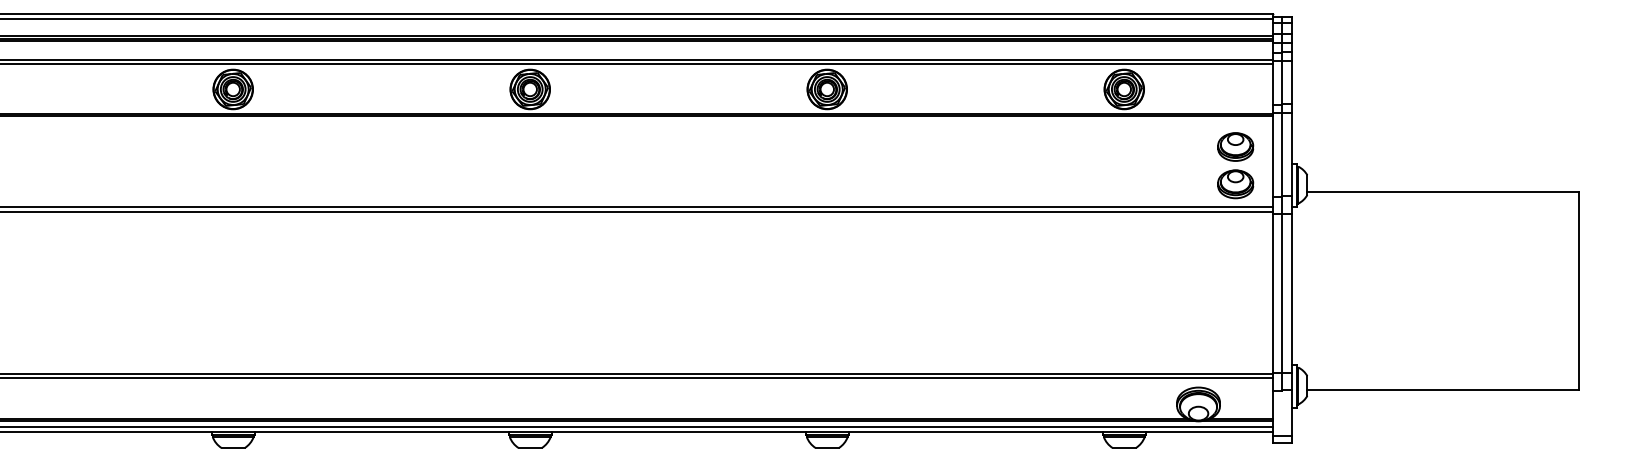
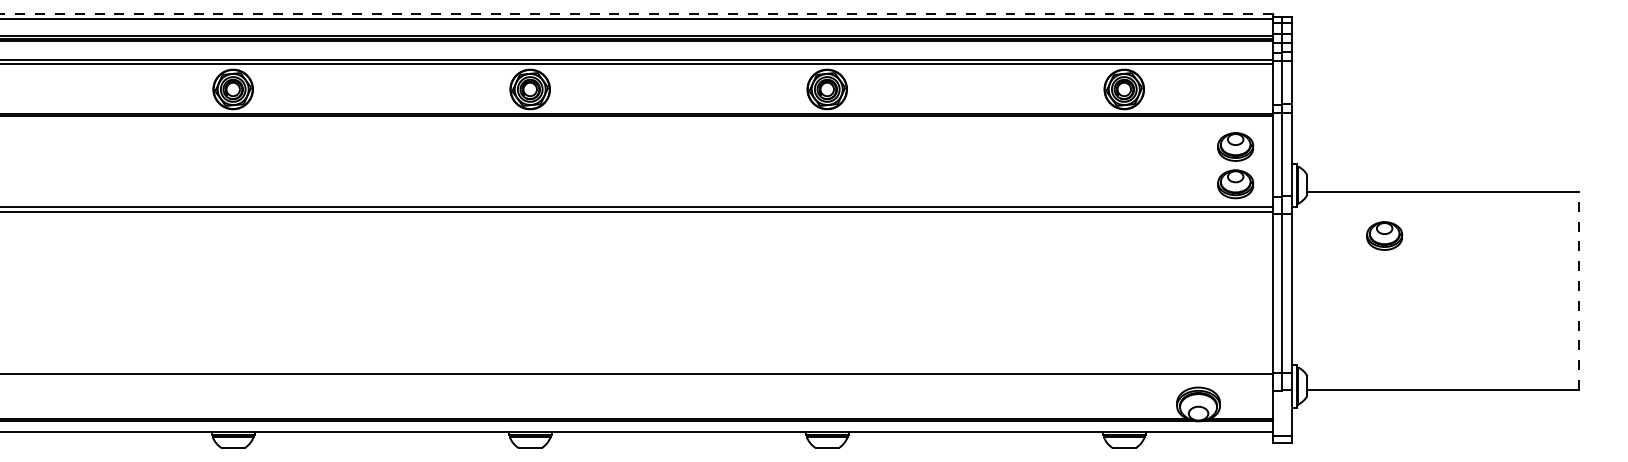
line at (635, 14): solid -> dashed
part at (1384, 235): none -> present
line at (1579, 290): solid -> dashed
line at (637, 377): present -> none
line at (637, 427): present -> none
